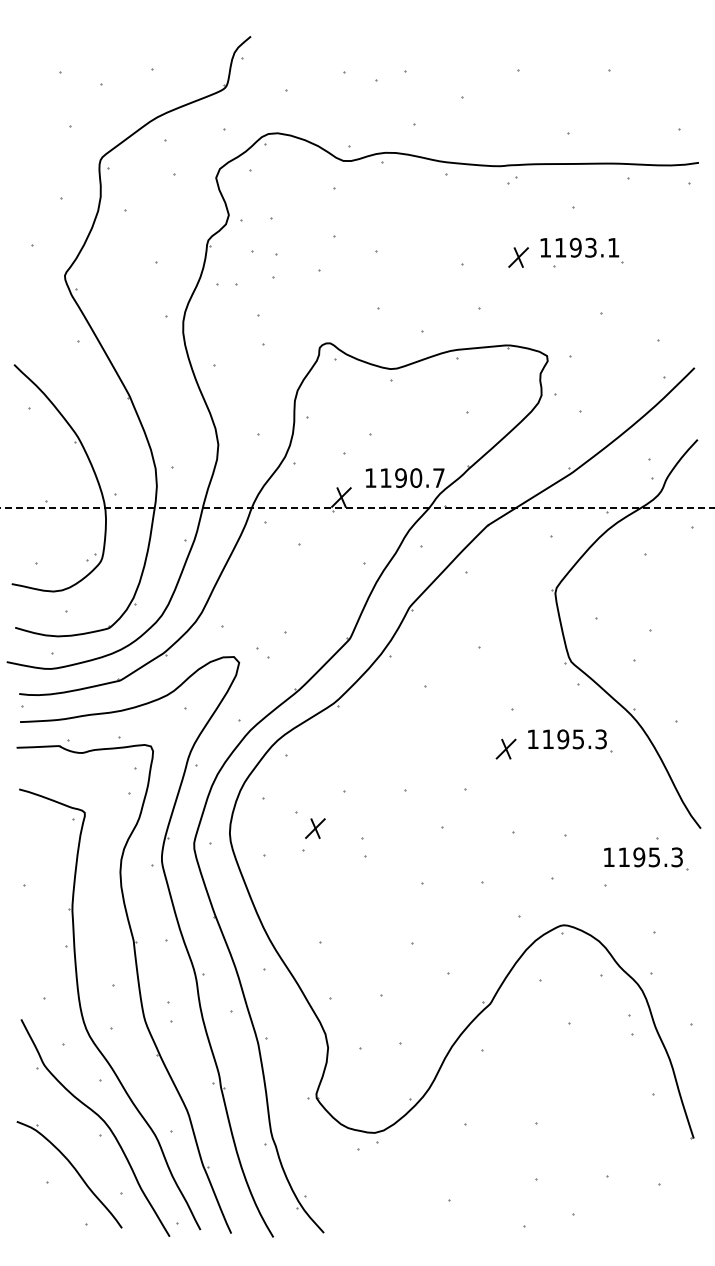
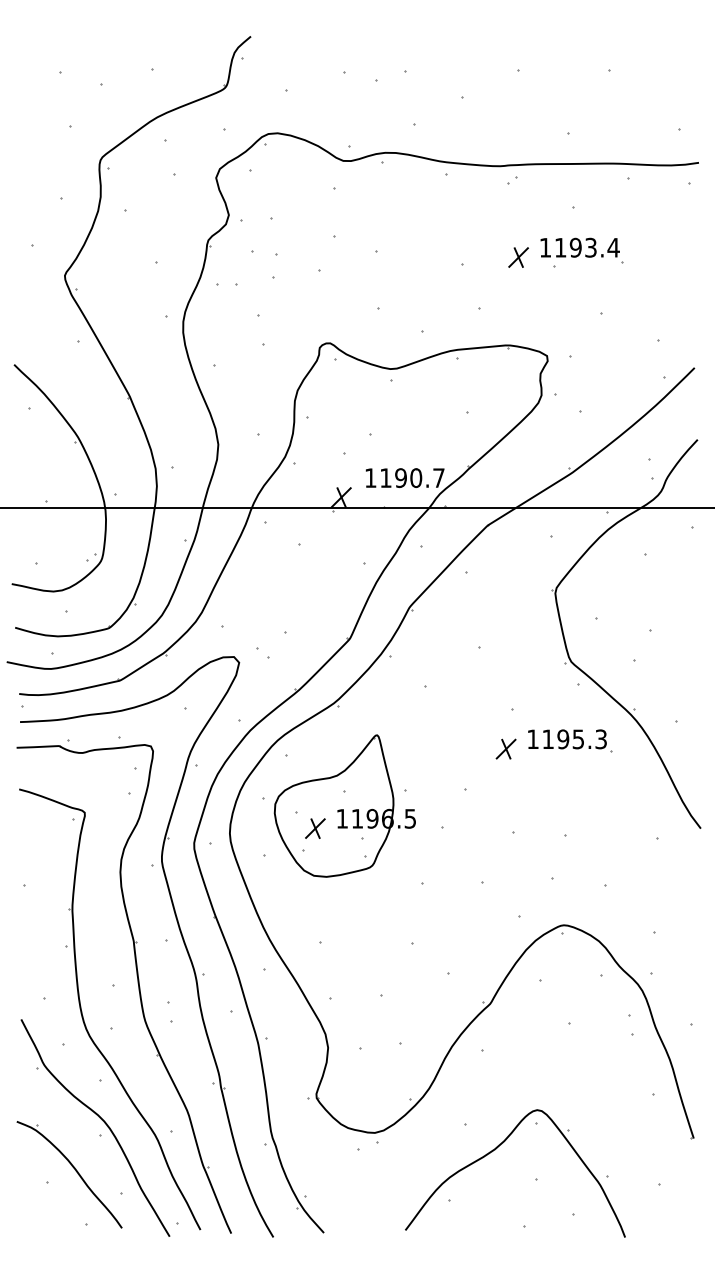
text at (613, 247): 1193.1 -> 1193.4
line at (357, 508): dashed -> solid
part at (344, 805): none -> present
part at (646, 858): present -> none
part at (495, 1150): none -> present
